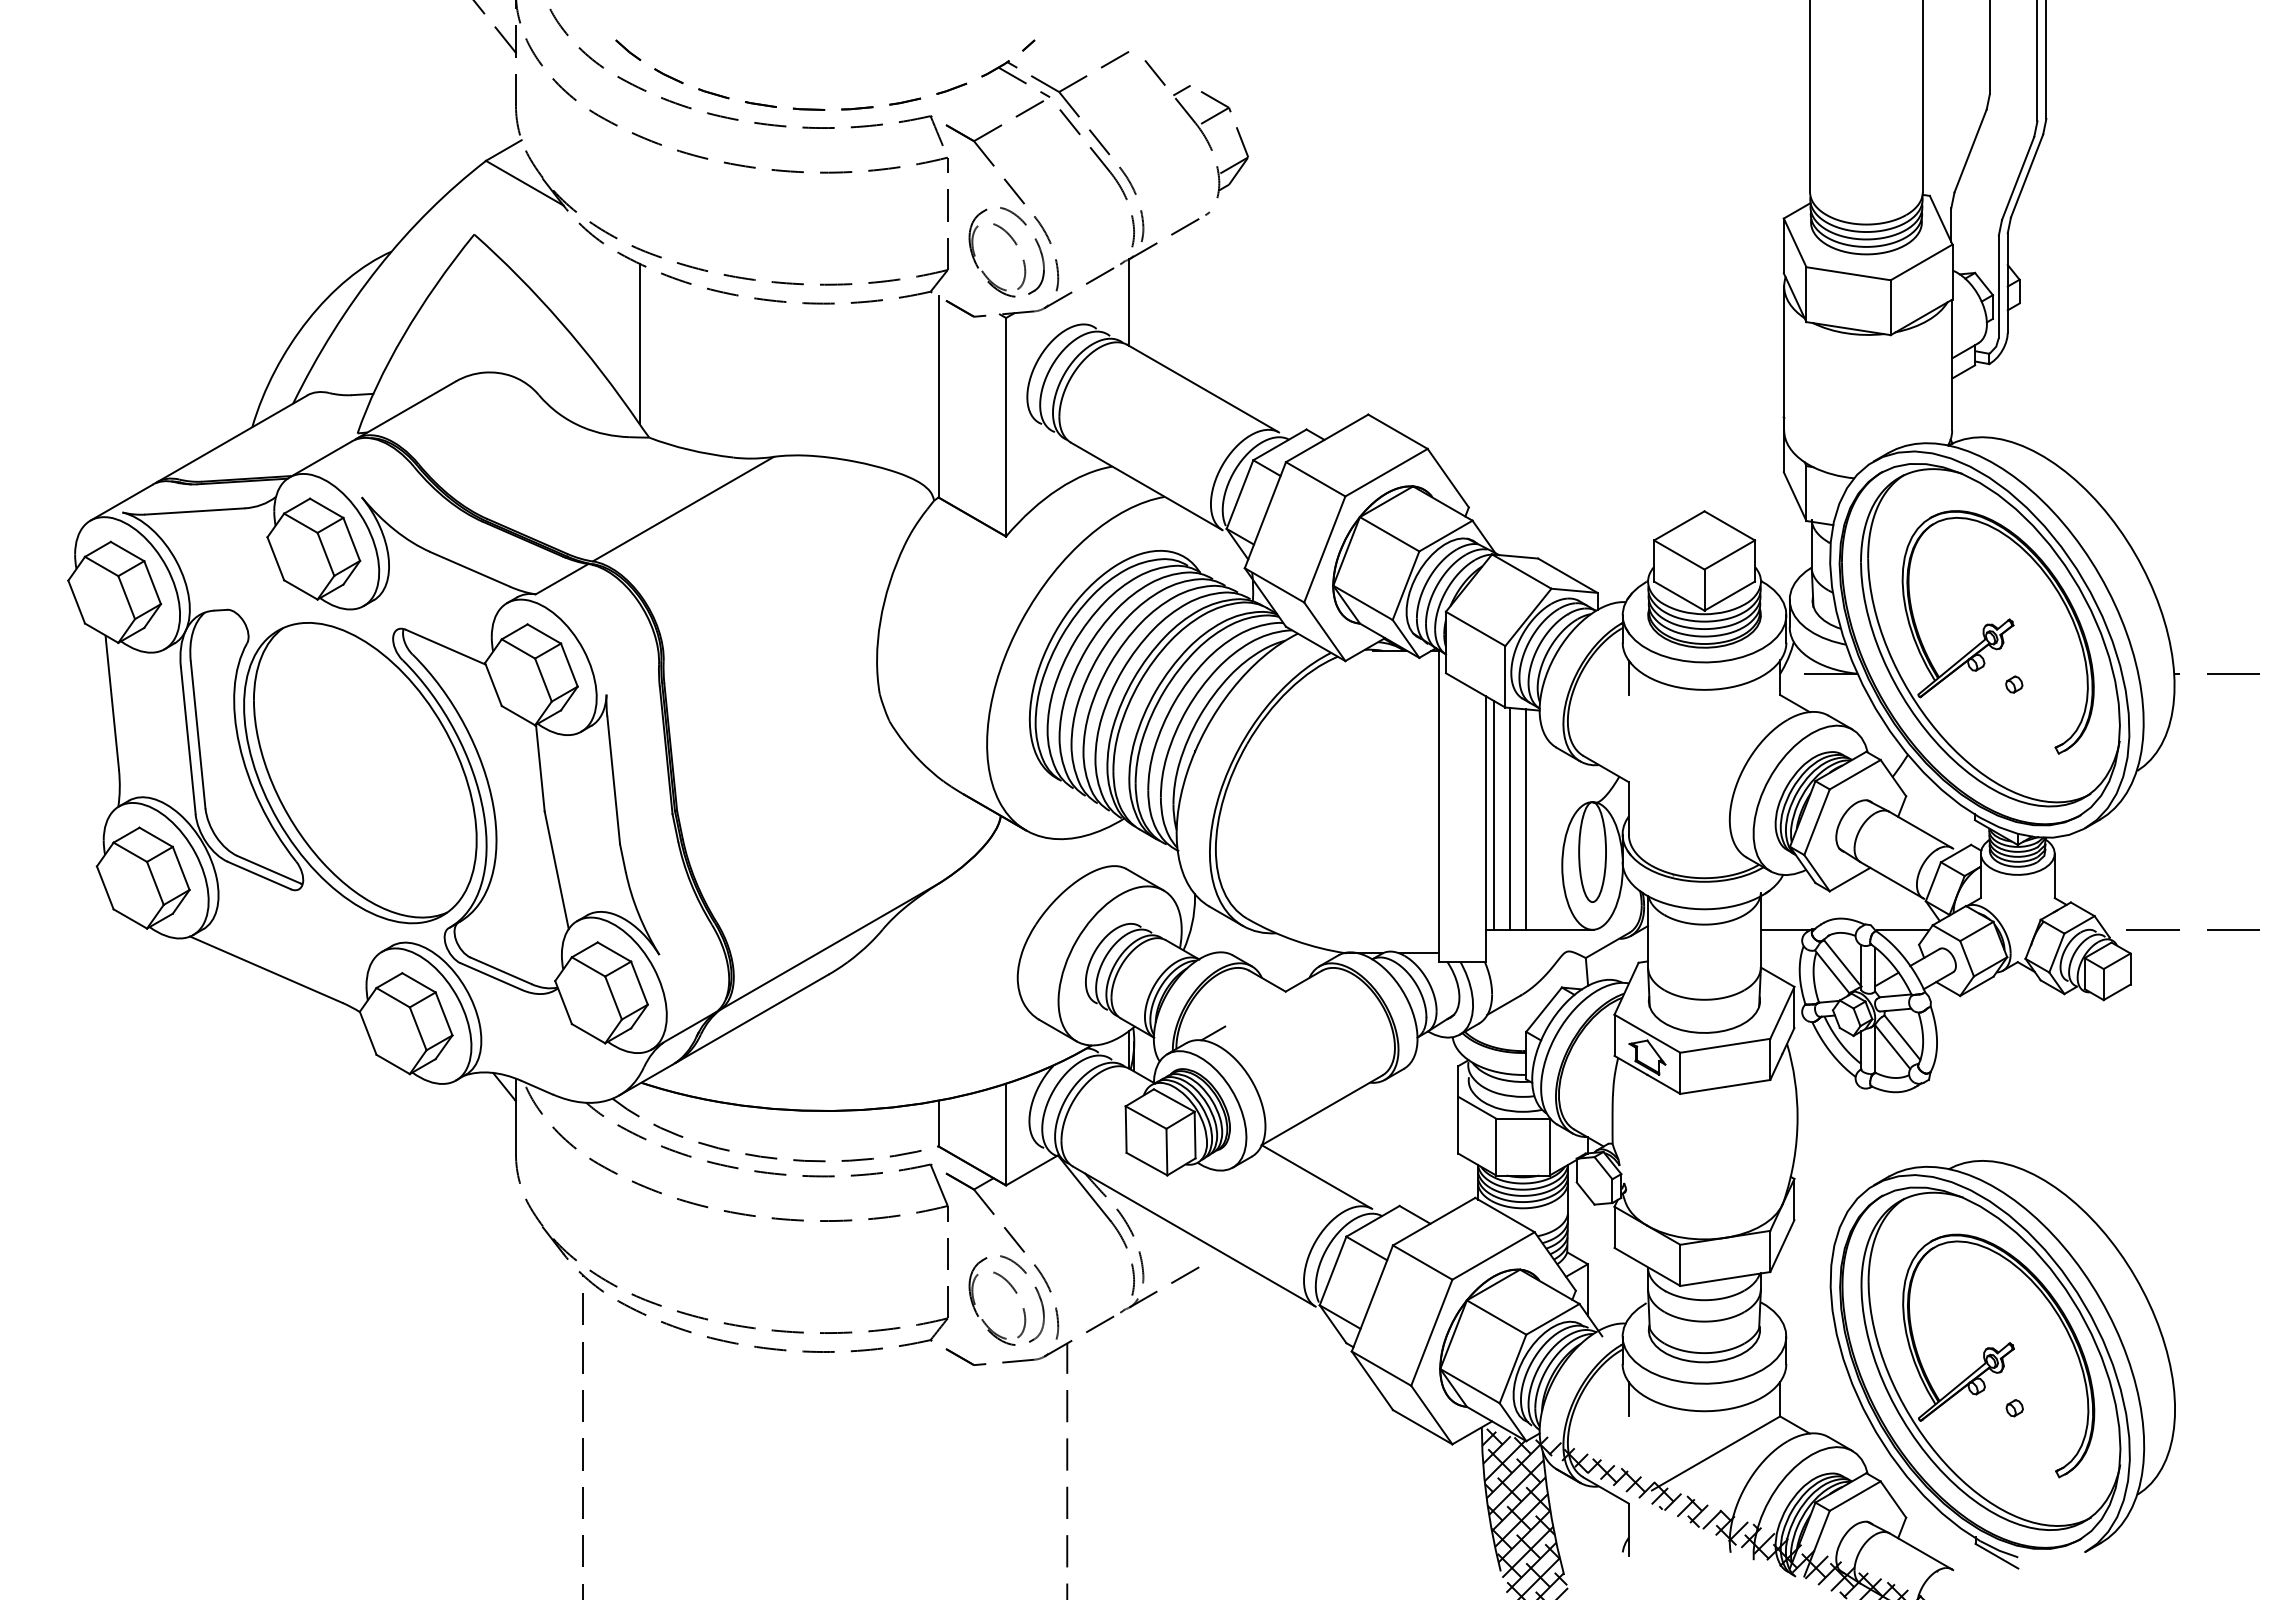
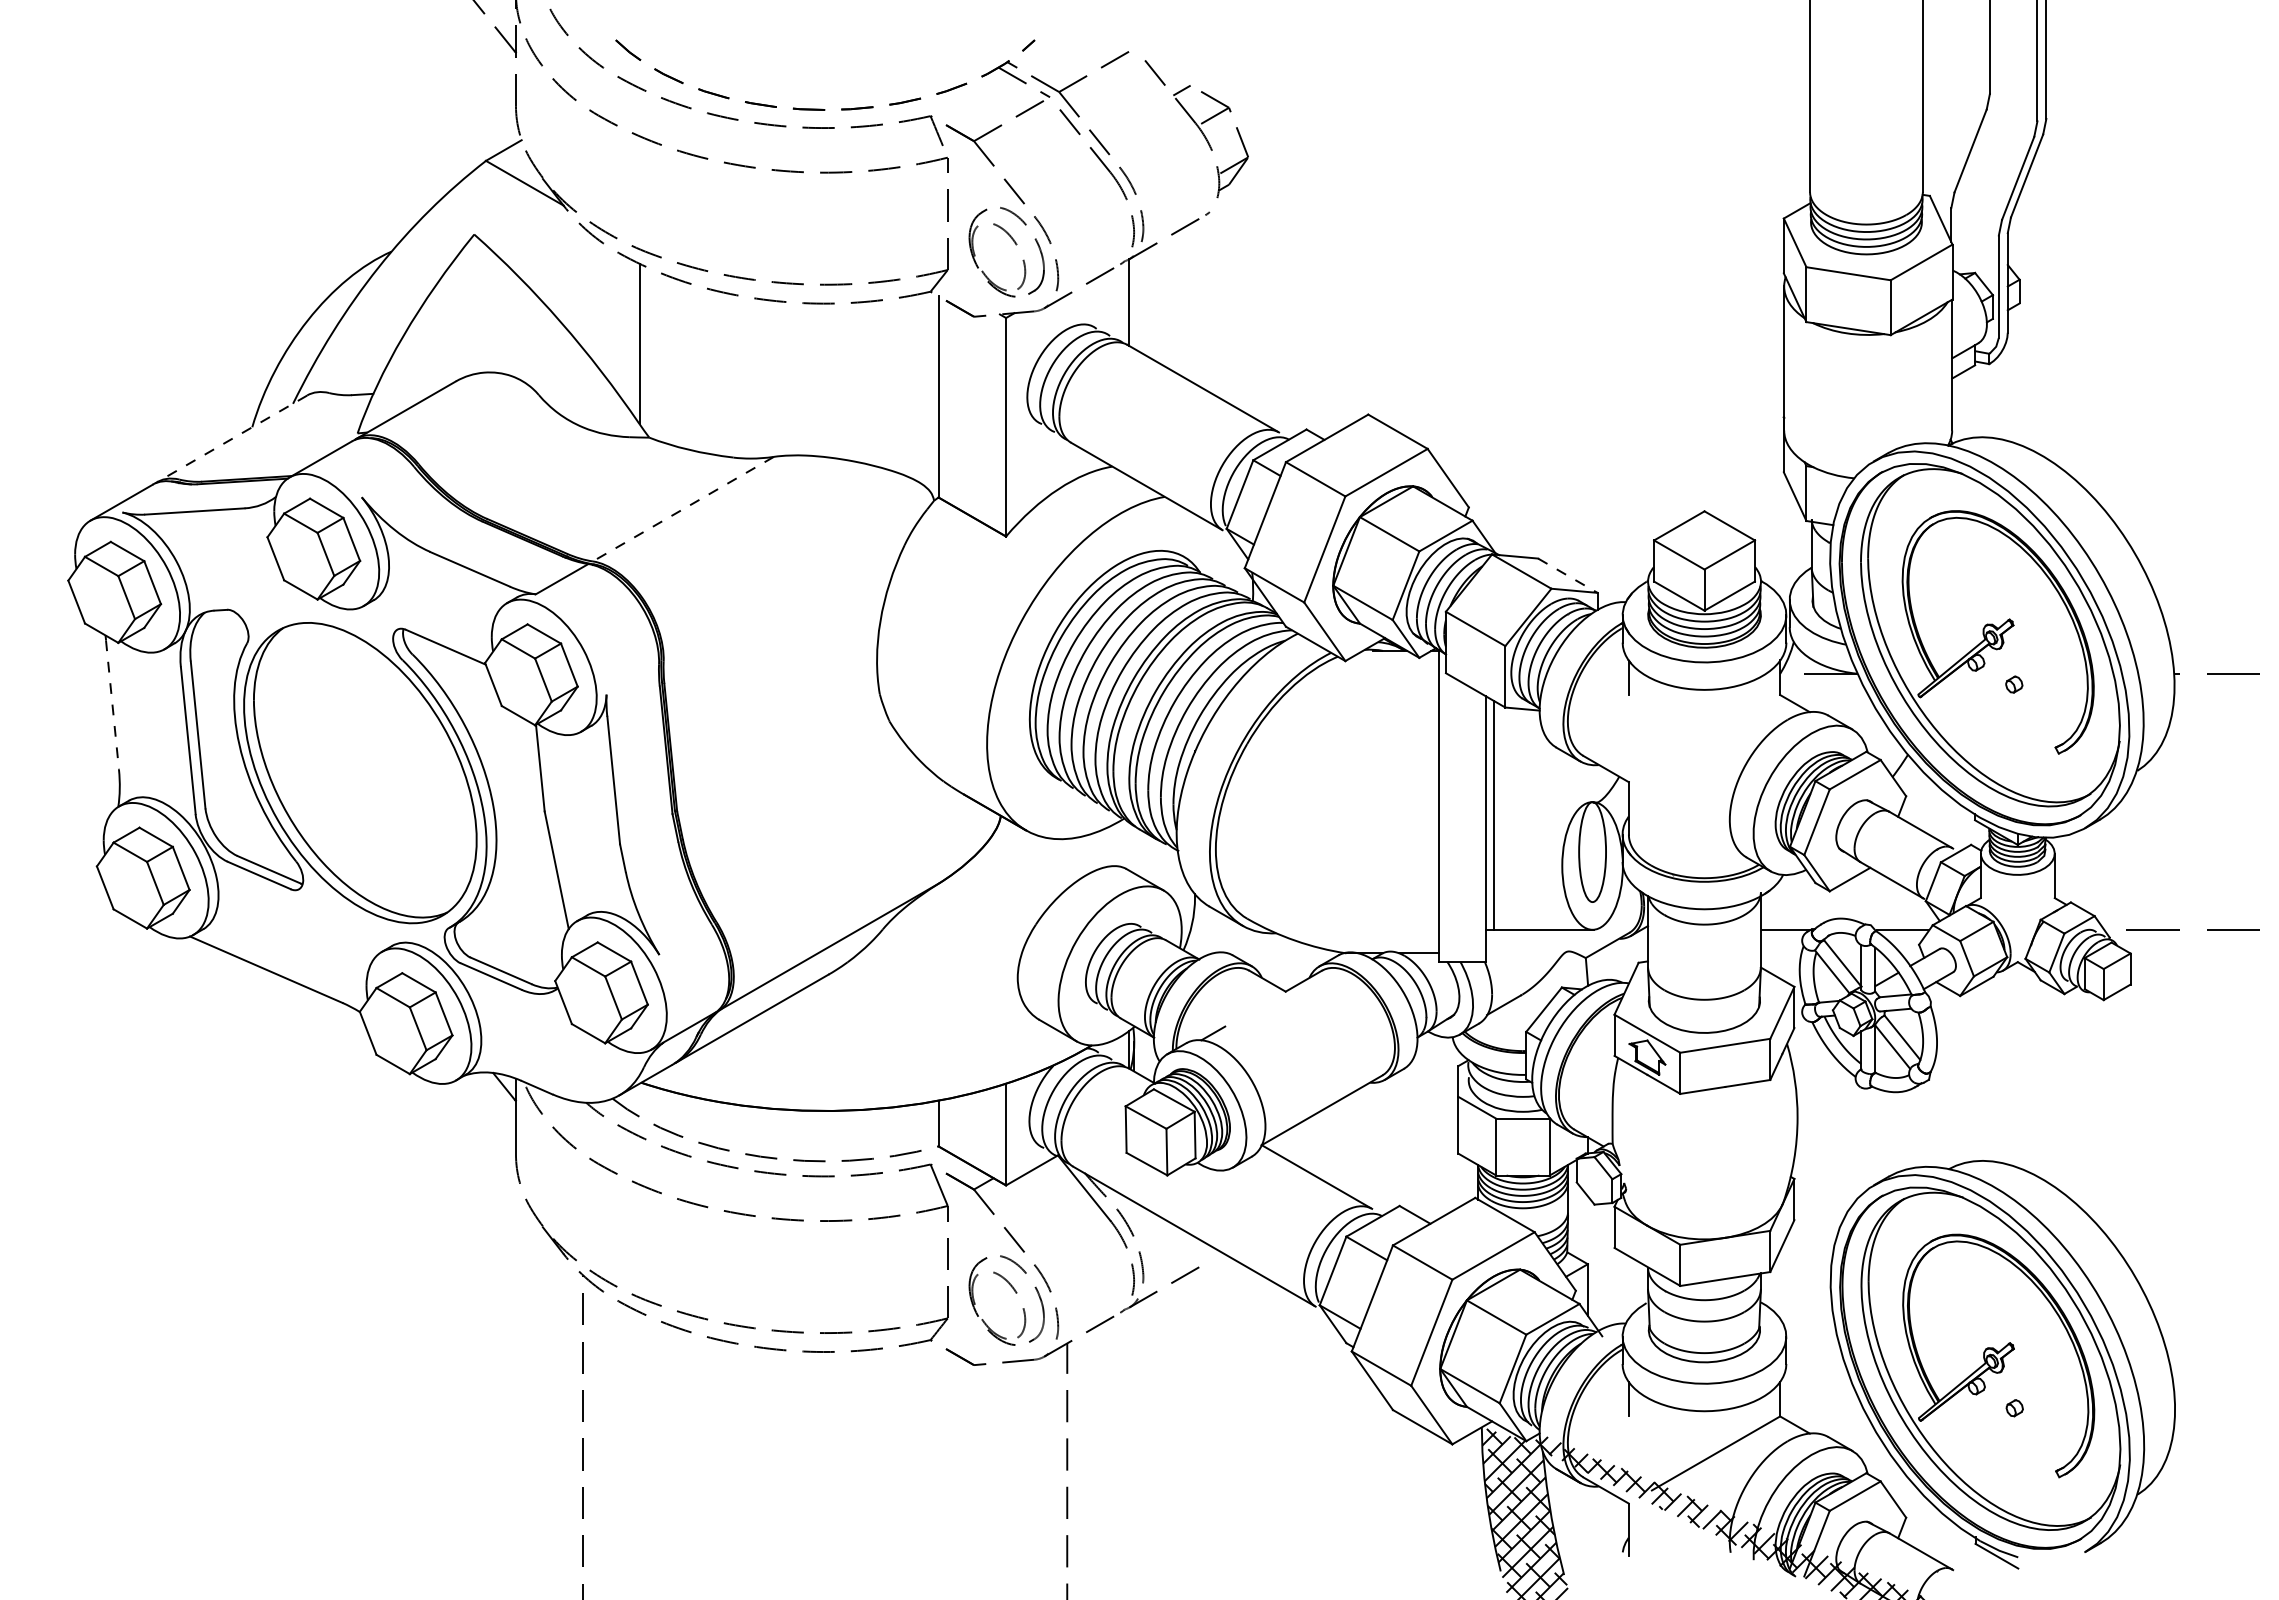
line at (231, 439): solid -> dashed
line at (683, 509): solid -> dashed
line at (1568, 575): solid -> dashed
line at (112, 705): solid -> dashed
line at (1510, 818): present -> none
line at (1526, 819): present -> none
